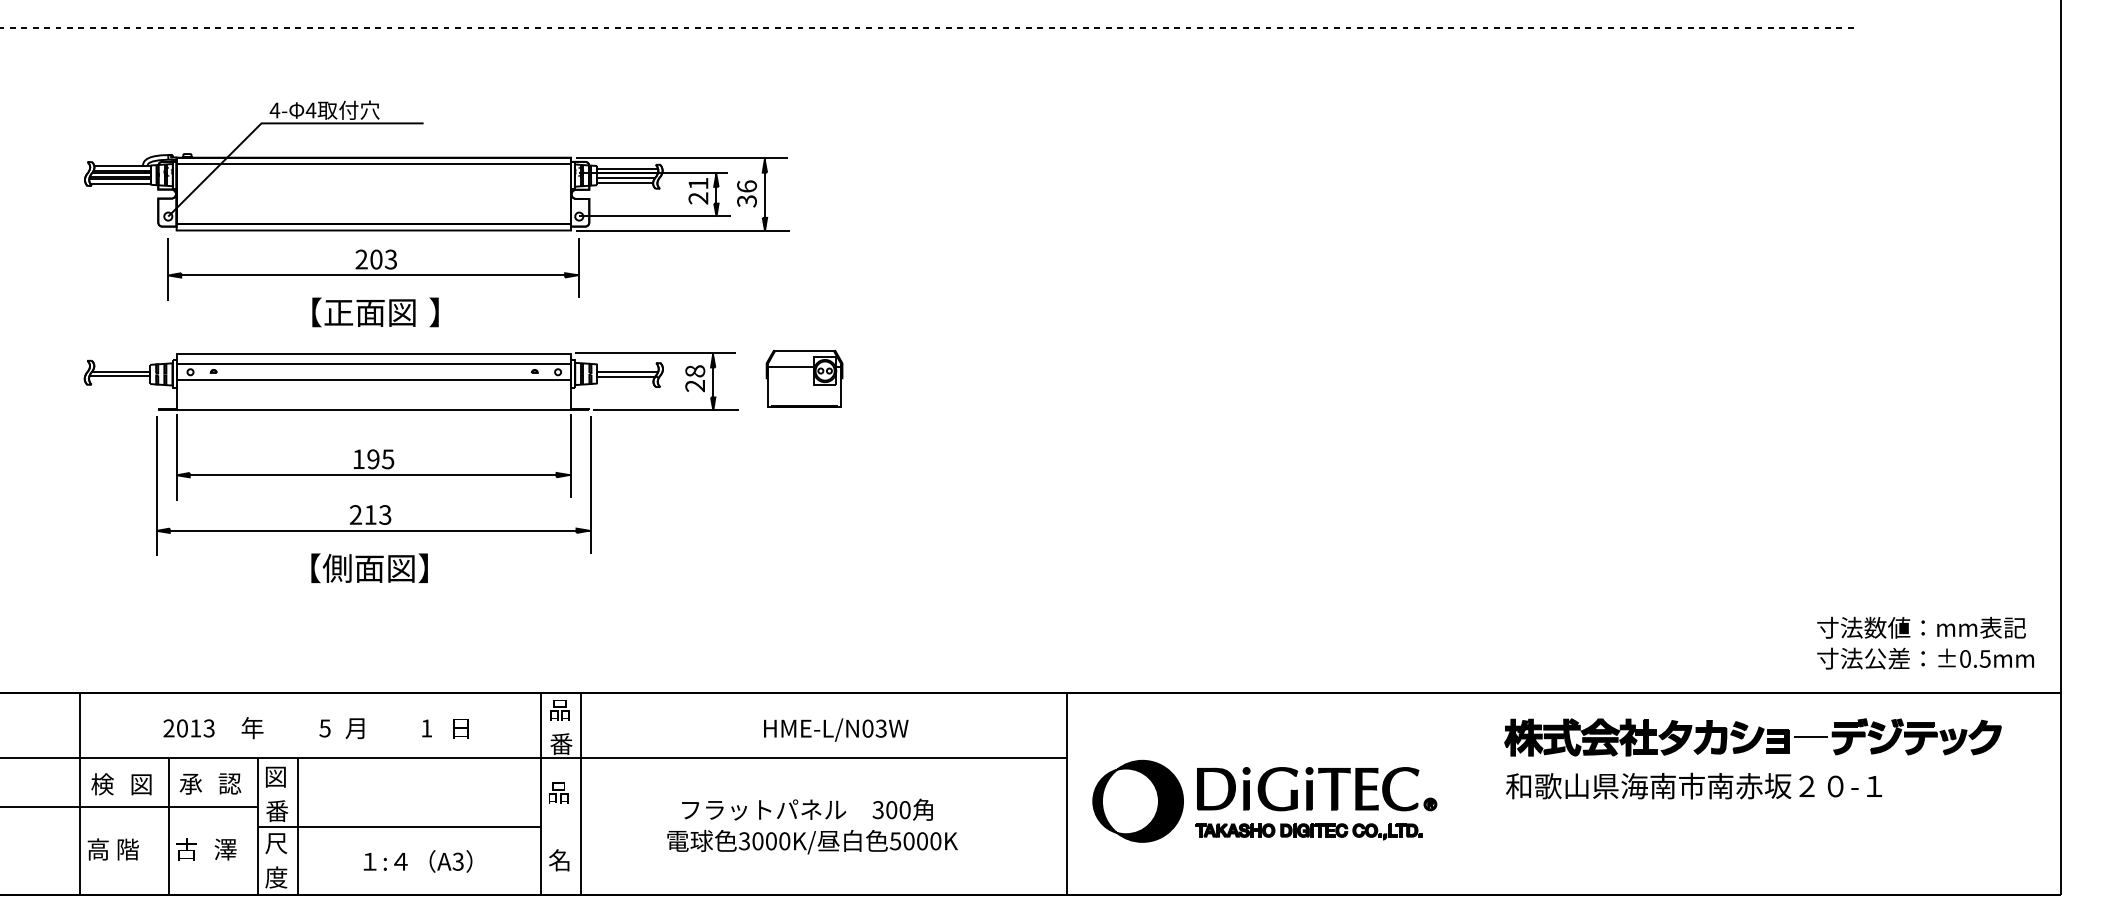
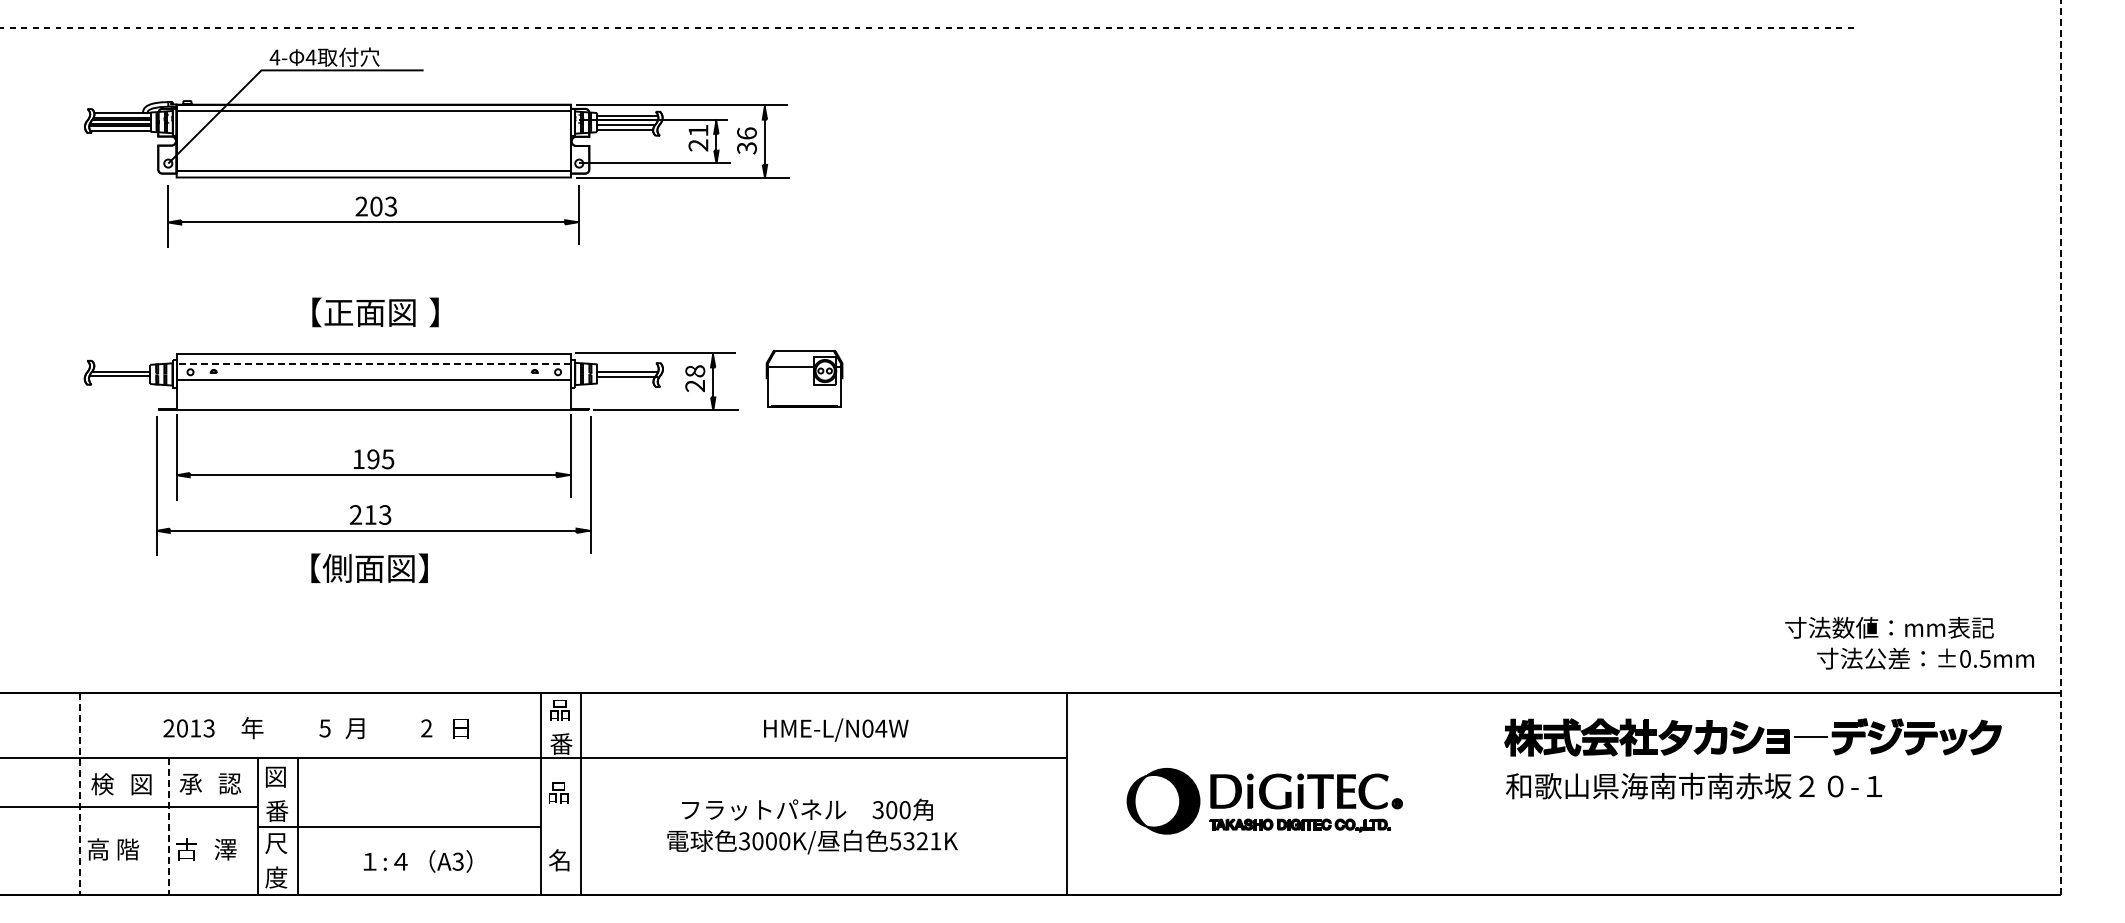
part at (436, 200) position: (436, 200) -> (436, 147)
line at (373, 363): solid -> dashed
line at (2061, 447): solid -> dashed
text at (1921, 627) position: (1921, 627) -> (1889, 627)
text at (426, 728): 1 -> 2
text at (881, 728): HME-L/N03W -> HME-L/N04W
line at (79, 794): solid -> dashed
part at (1264, 800) size: 346x84 px -> 277x67 px
line at (168, 826): solid -> dashed
text at (922, 841): 5000K -> 5321K
